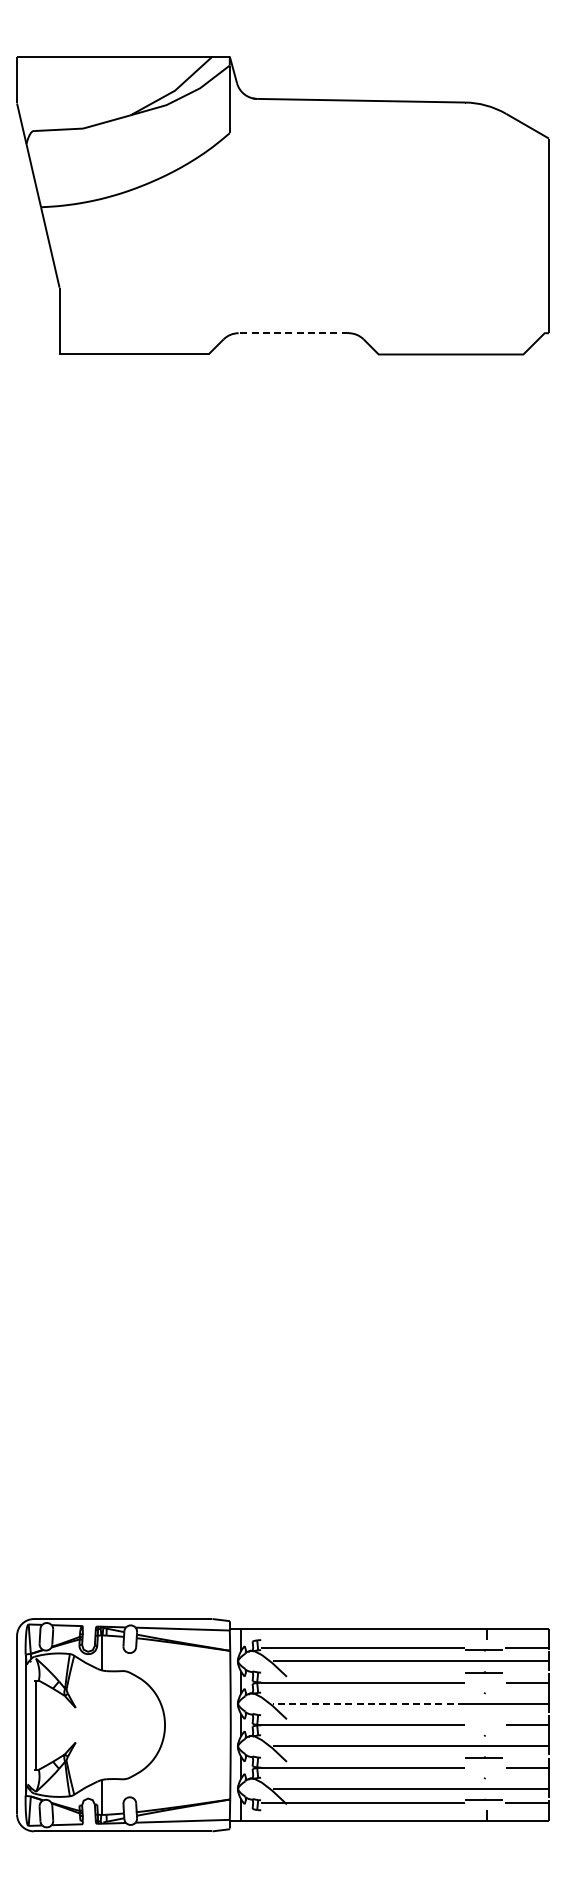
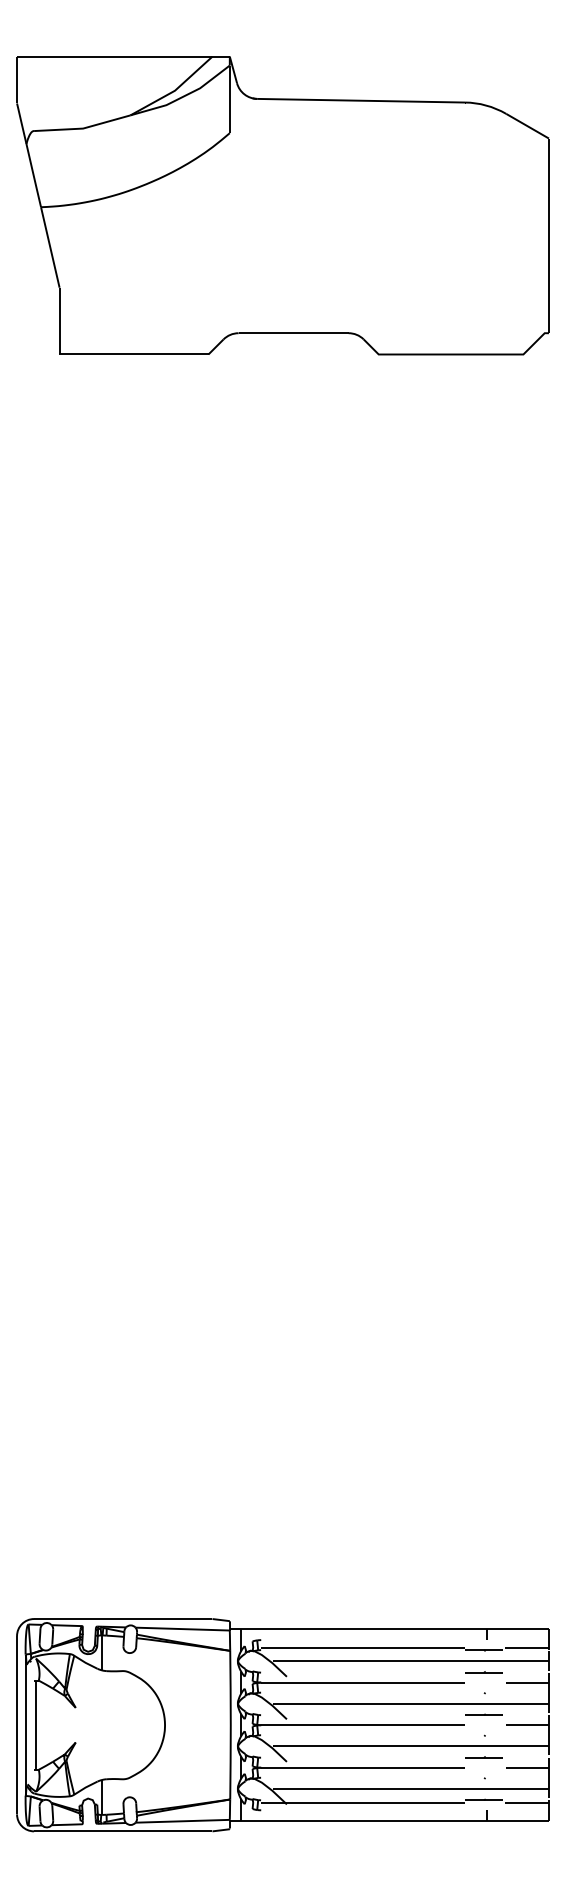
line at (293, 333): dashed -> solid
line at (369, 1703): dashed -> solid
line at (483, 1714): none -> present
